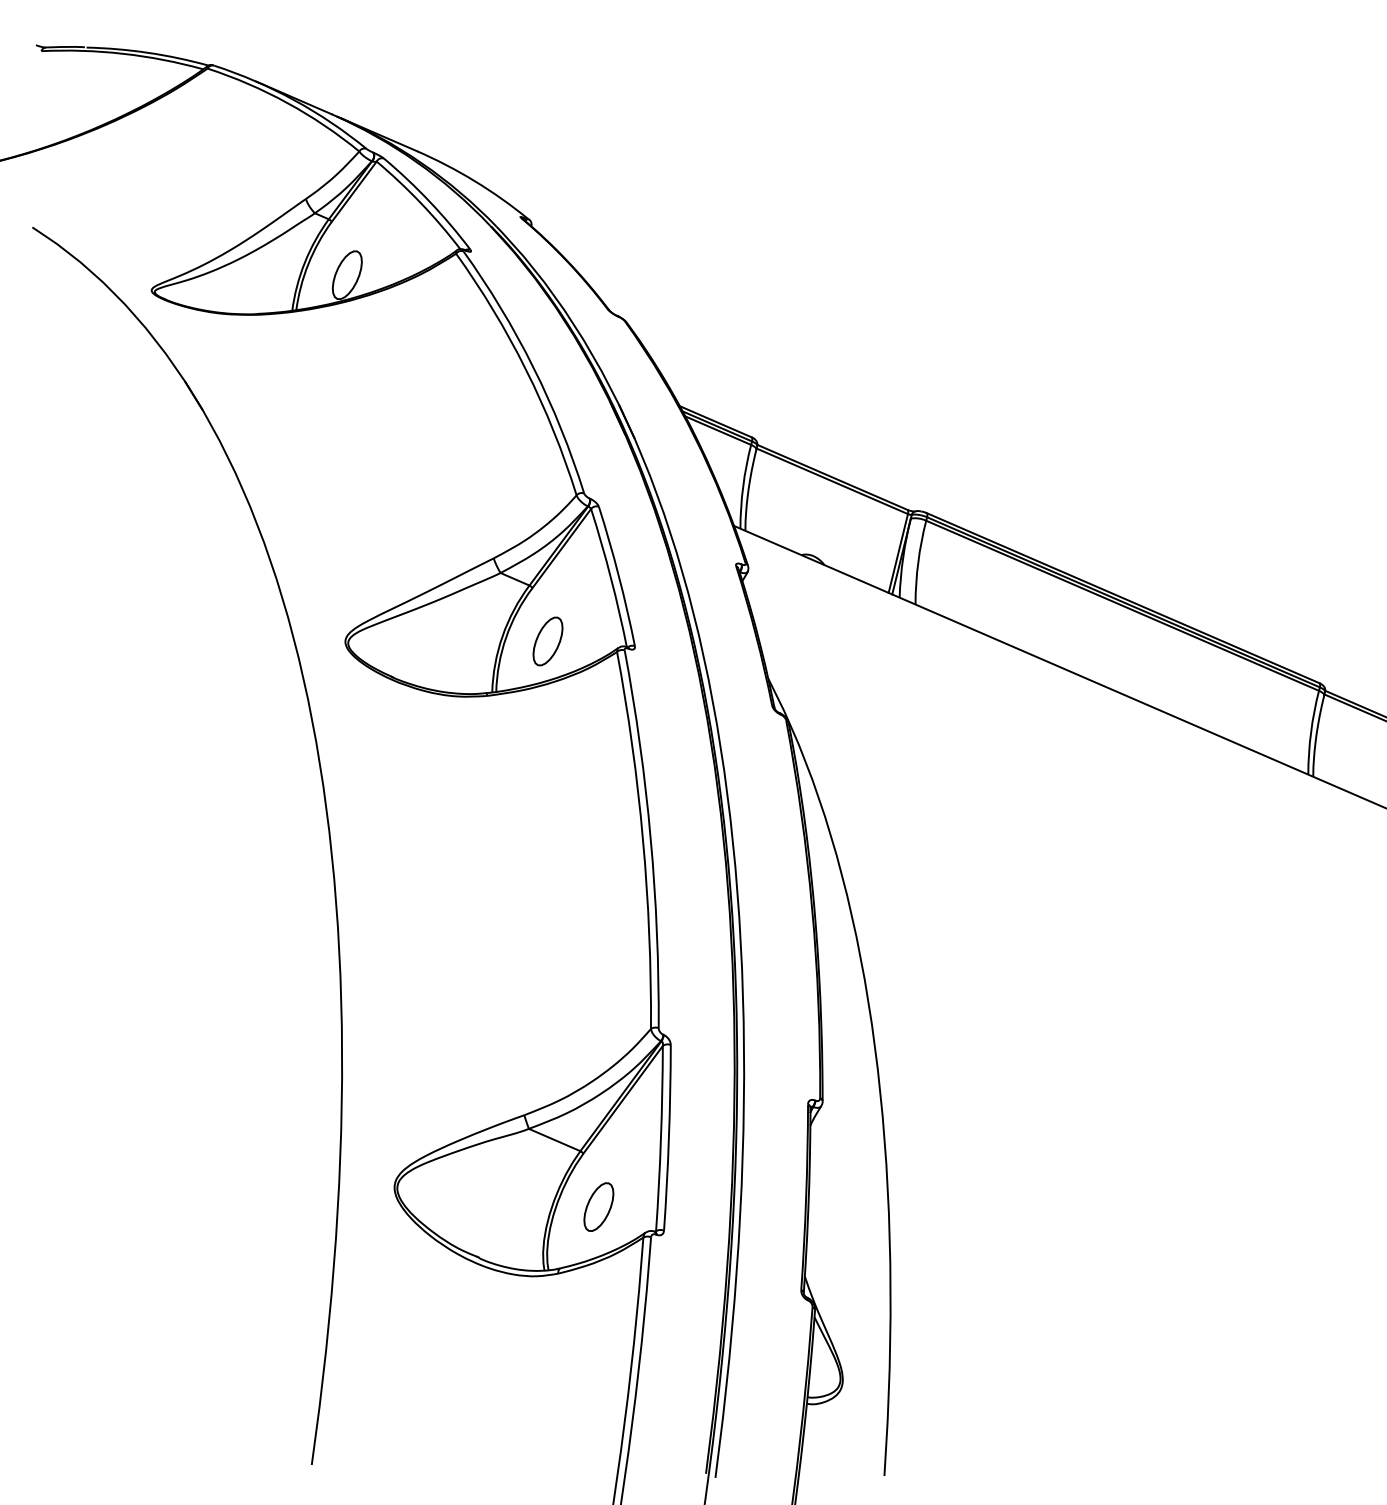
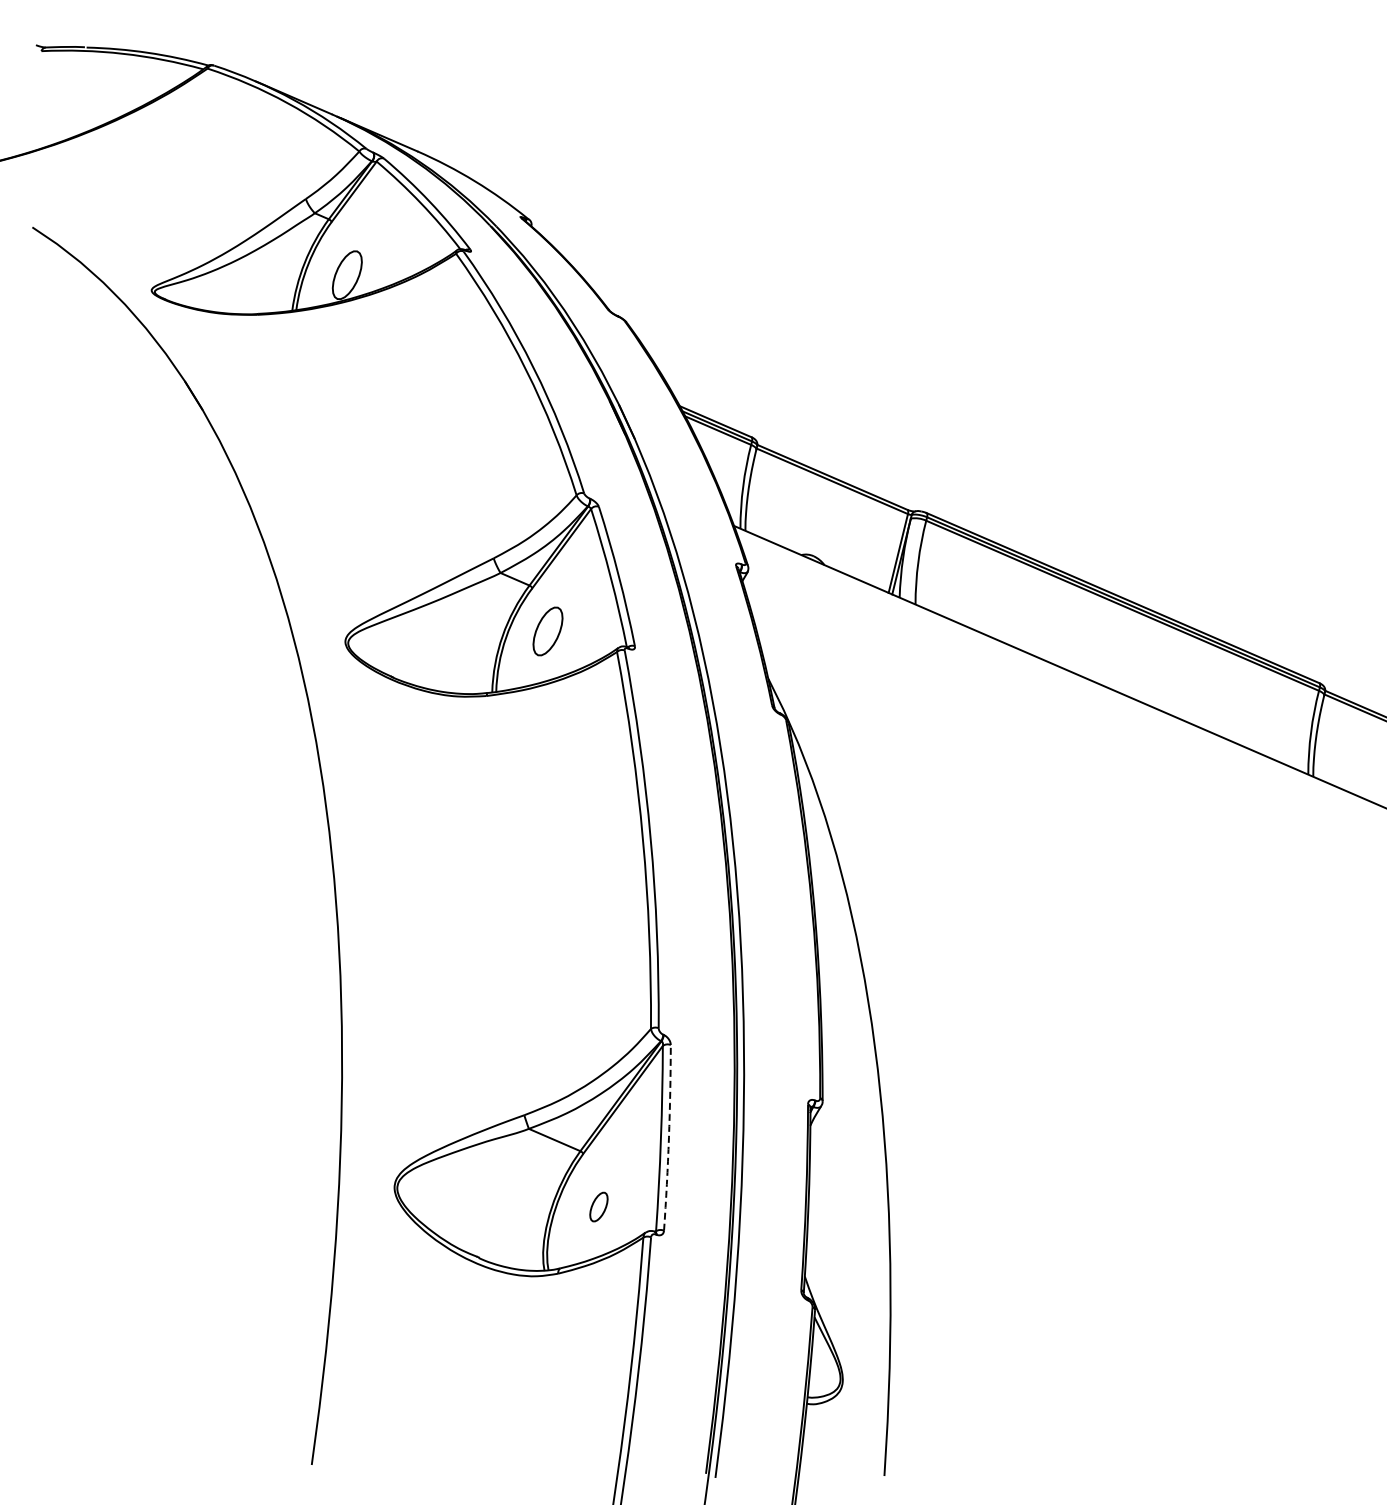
part at (547, 641) position: (547, 641) -> (547, 631)
arc at (668, 1137): solid -> dashed
part at (598, 1206) size: 32x50 px -> 20x32 px
